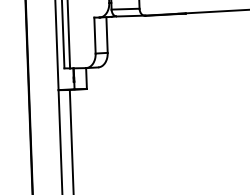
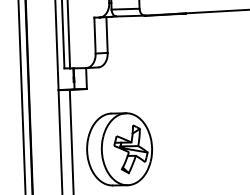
line at (21, 96): none -> present
part at (119, 149): none -> present
